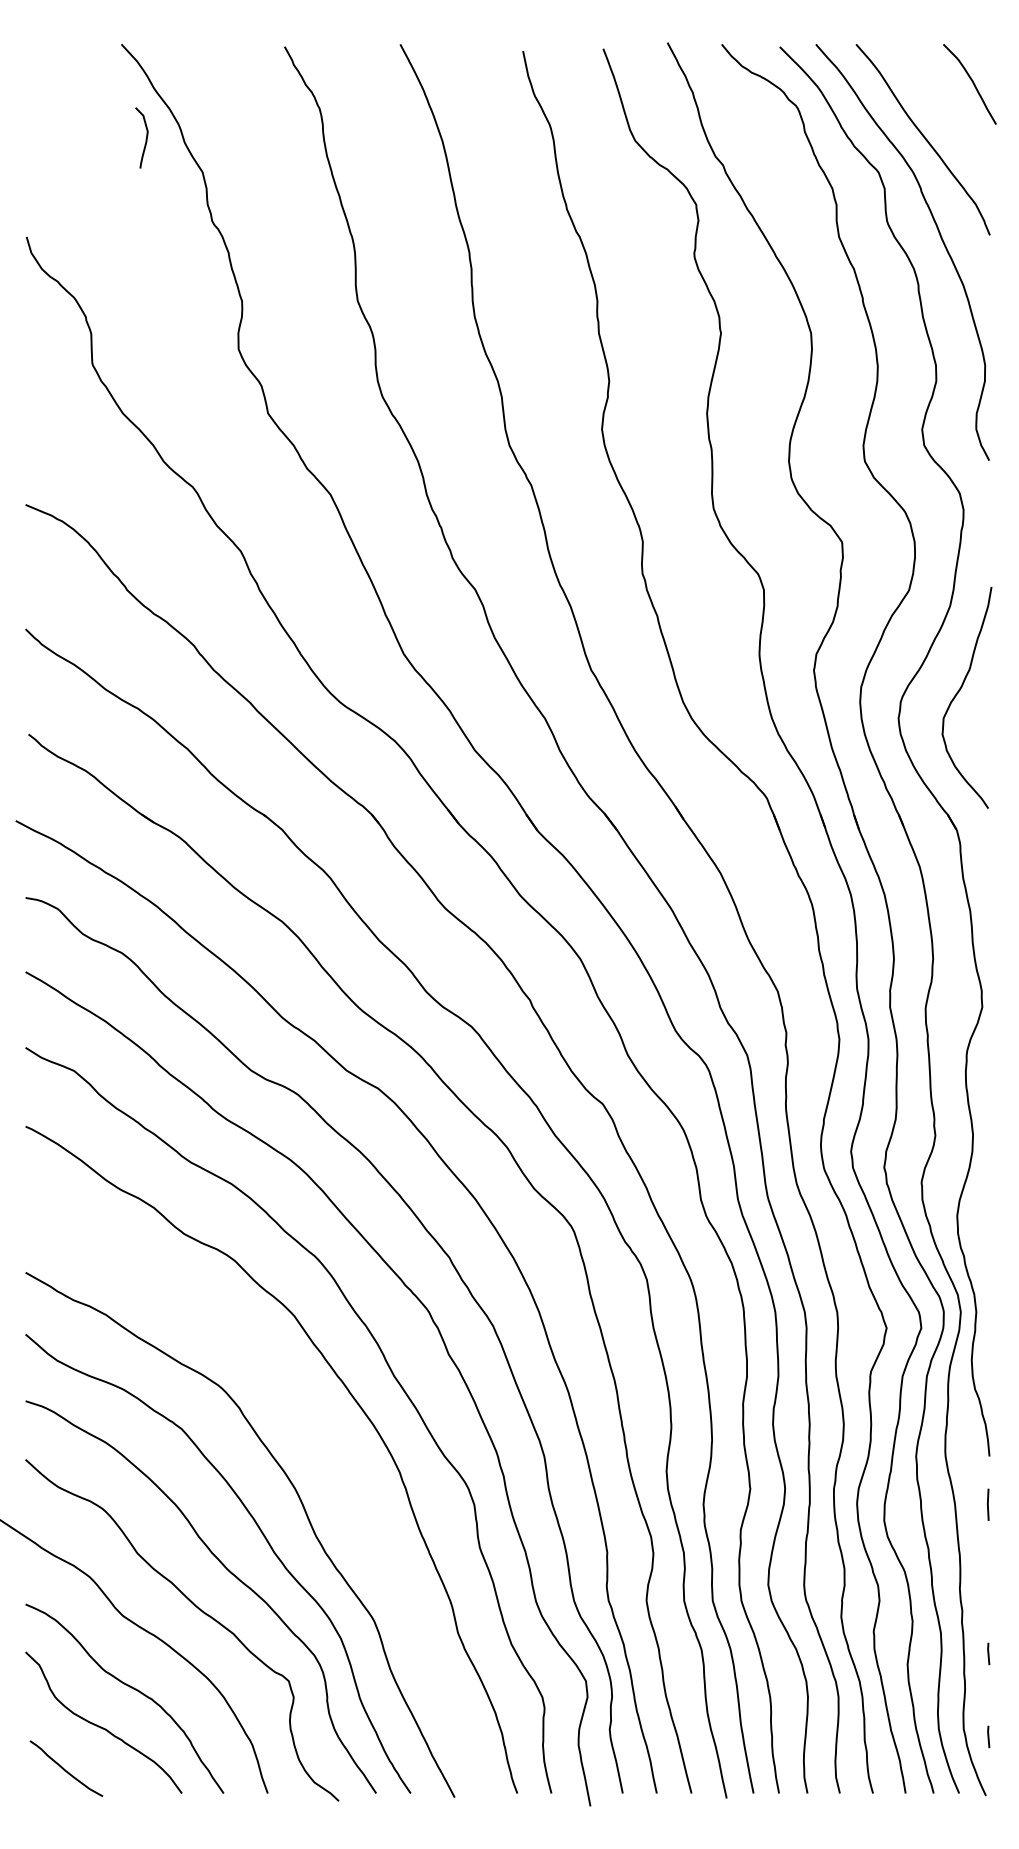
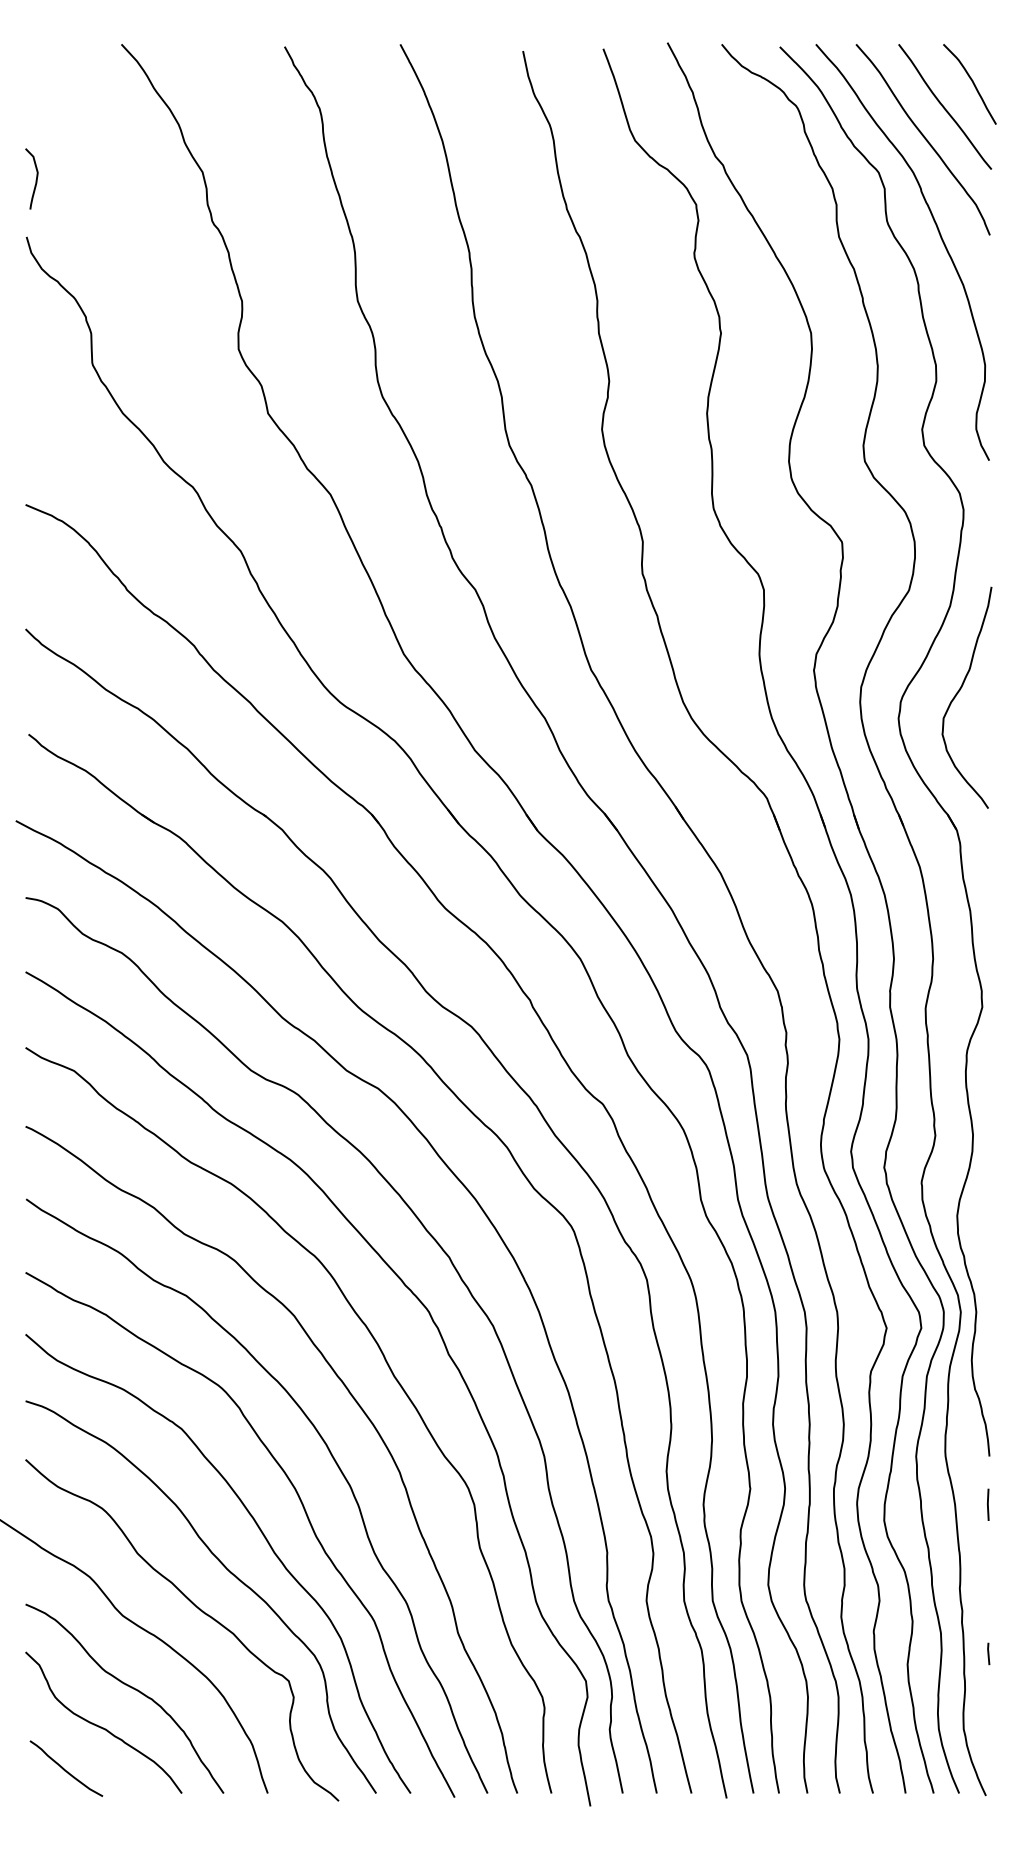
curve at (944, 106): none -> present
curve at (145, 138) position: (145, 138) -> (35, 179)
curve at (328, 1451): none -> present
line at (988, 1736): present -> none
